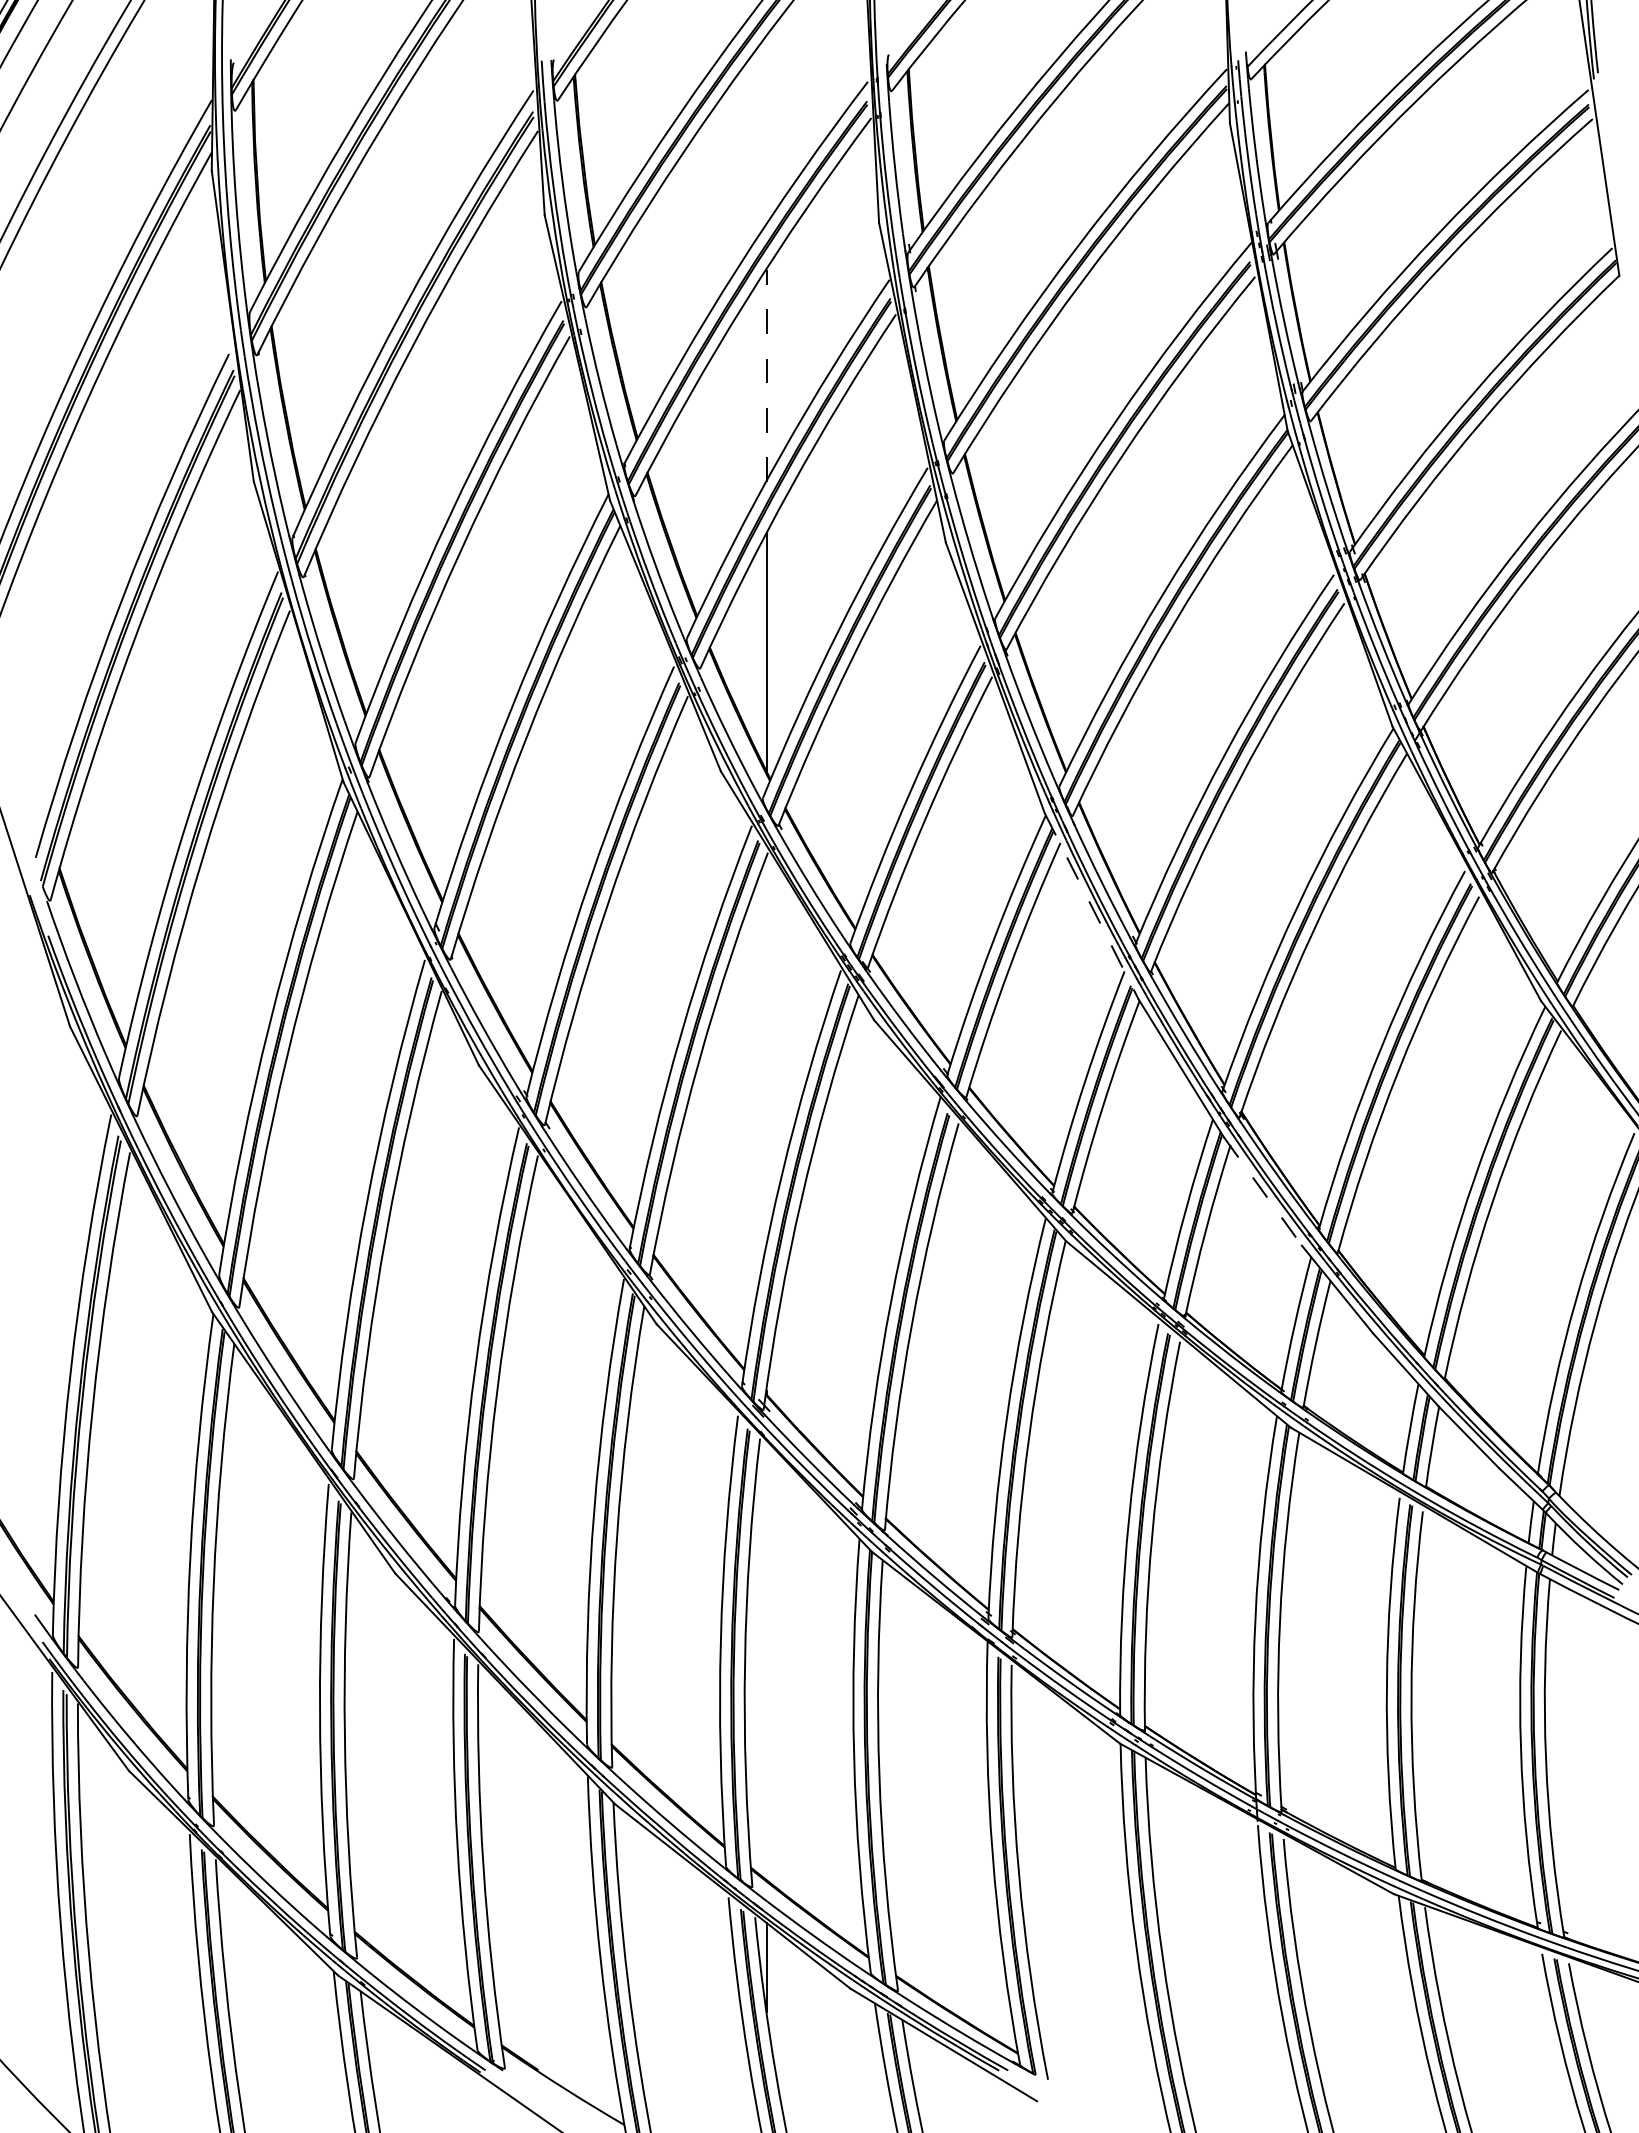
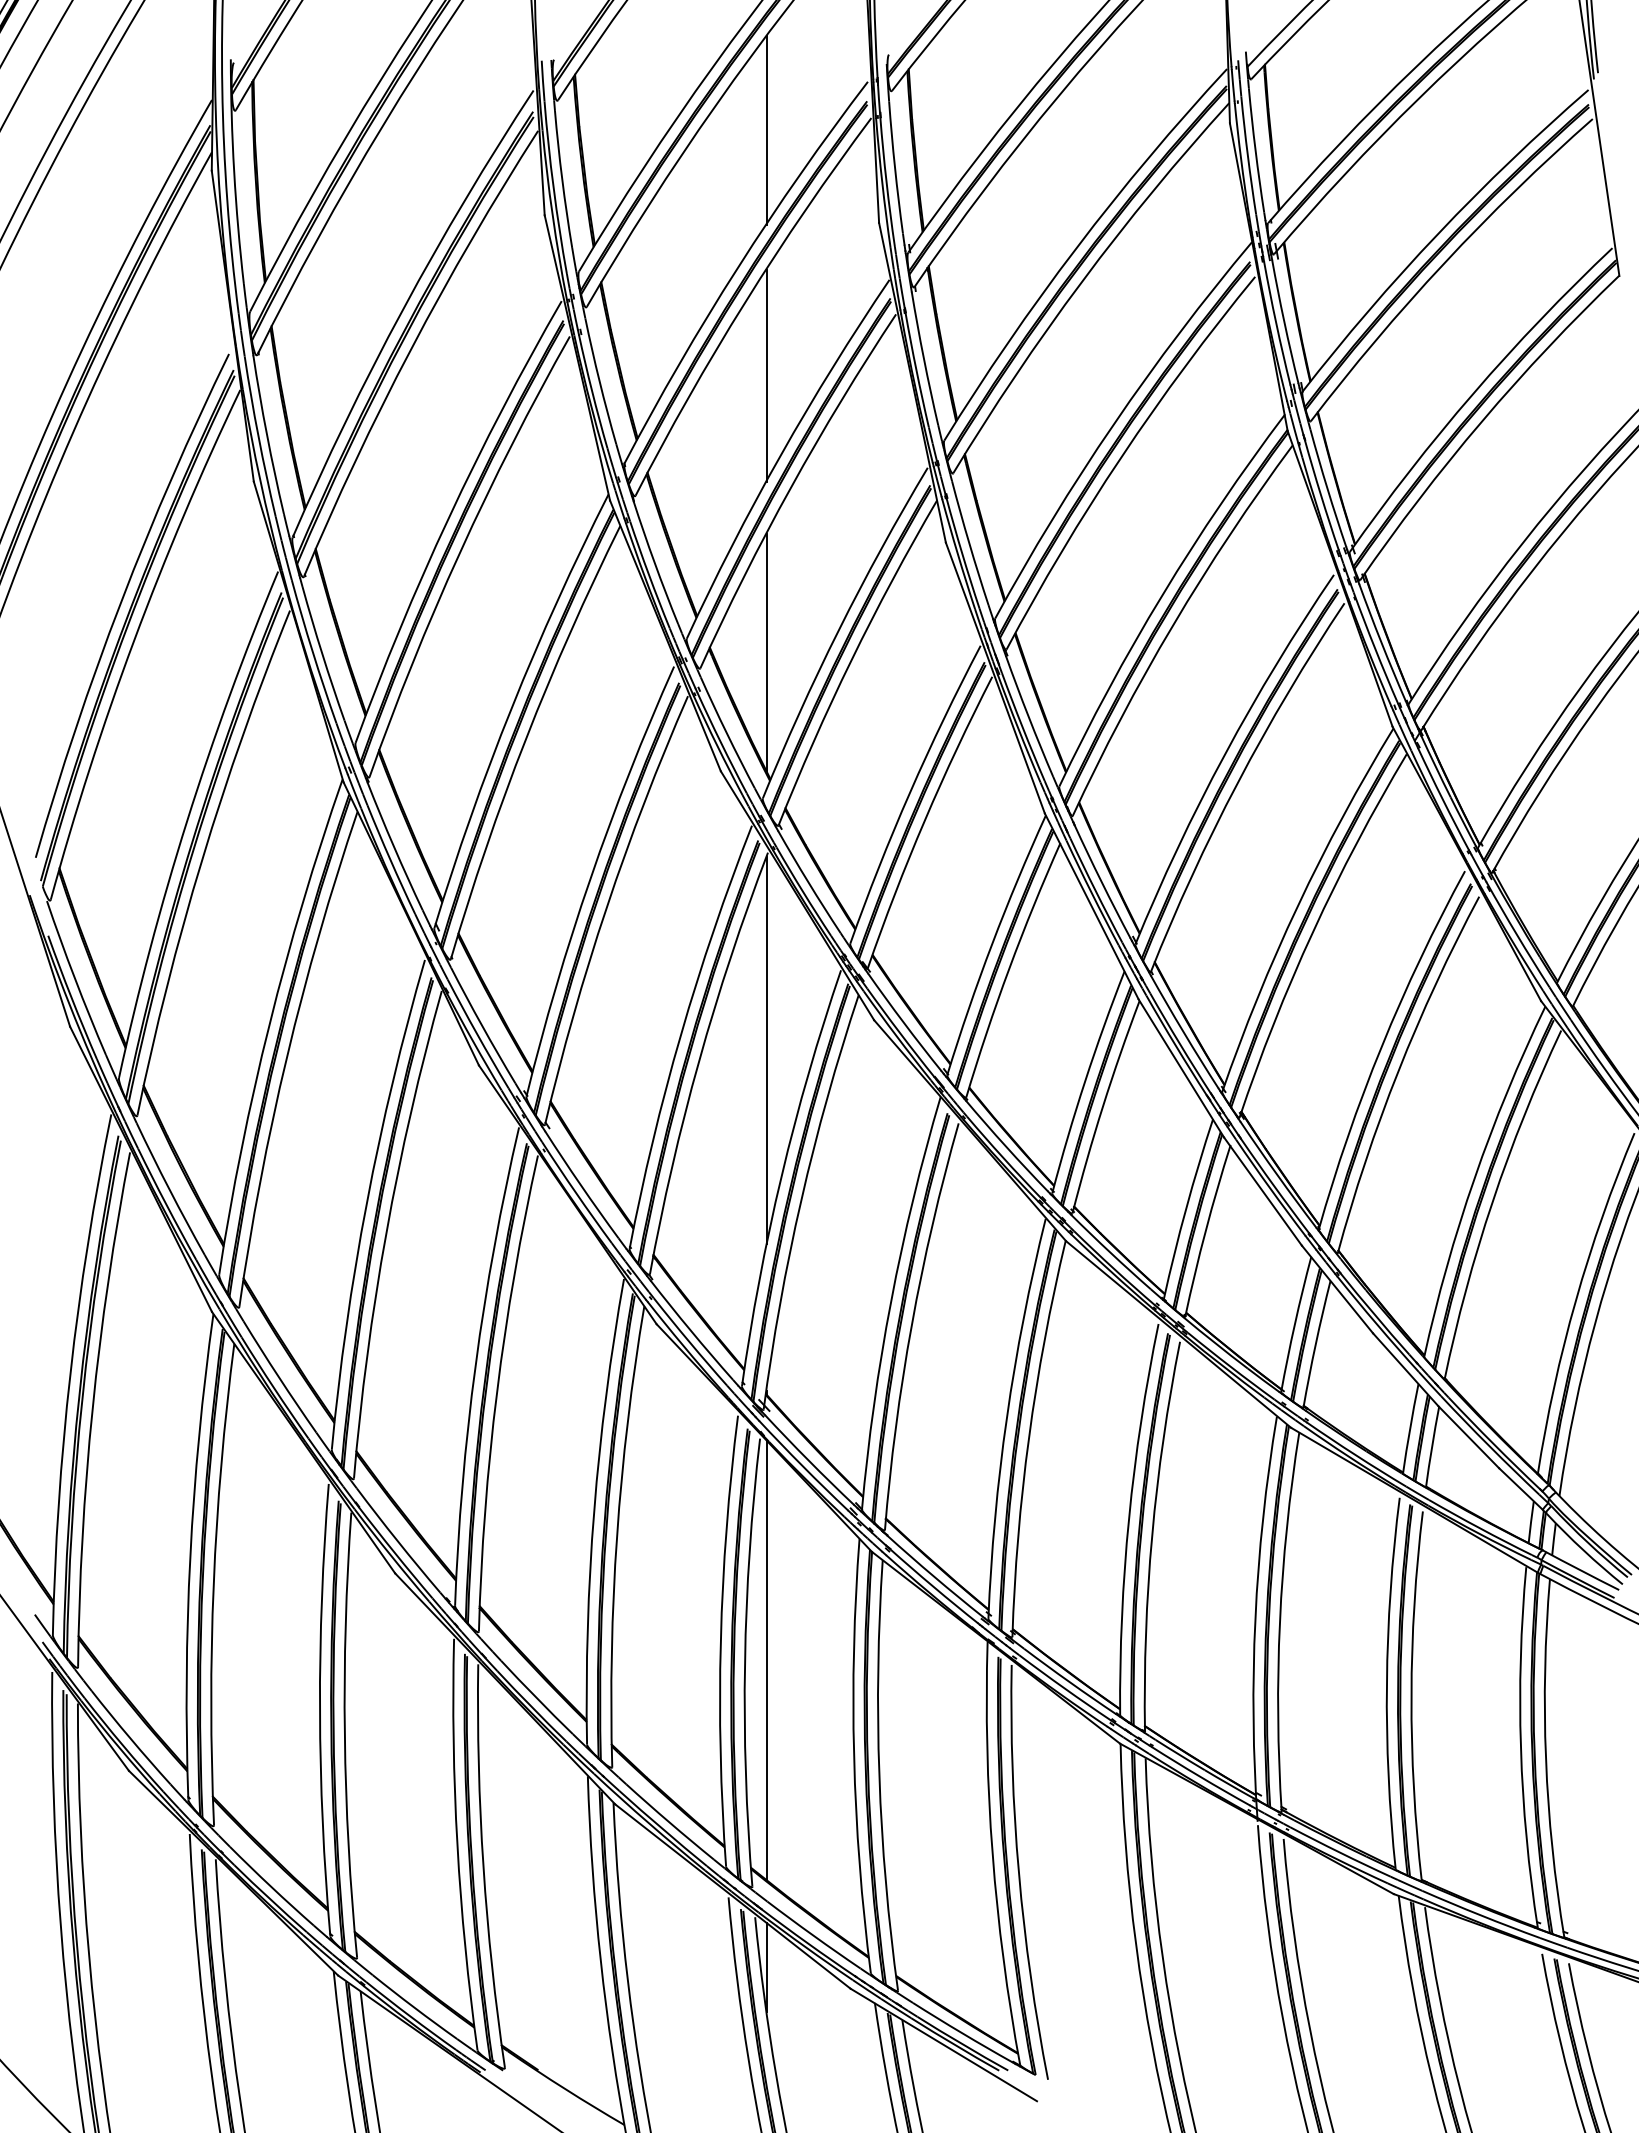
line at (766, 129): none -> present
line at (766, 376): dashed -> solid
line at (1091, 906): dashed -> solid
line at (766, 1050): none -> present
line at (1262, 1191): dashed -> solid
line at (766, 1660): none -> present
